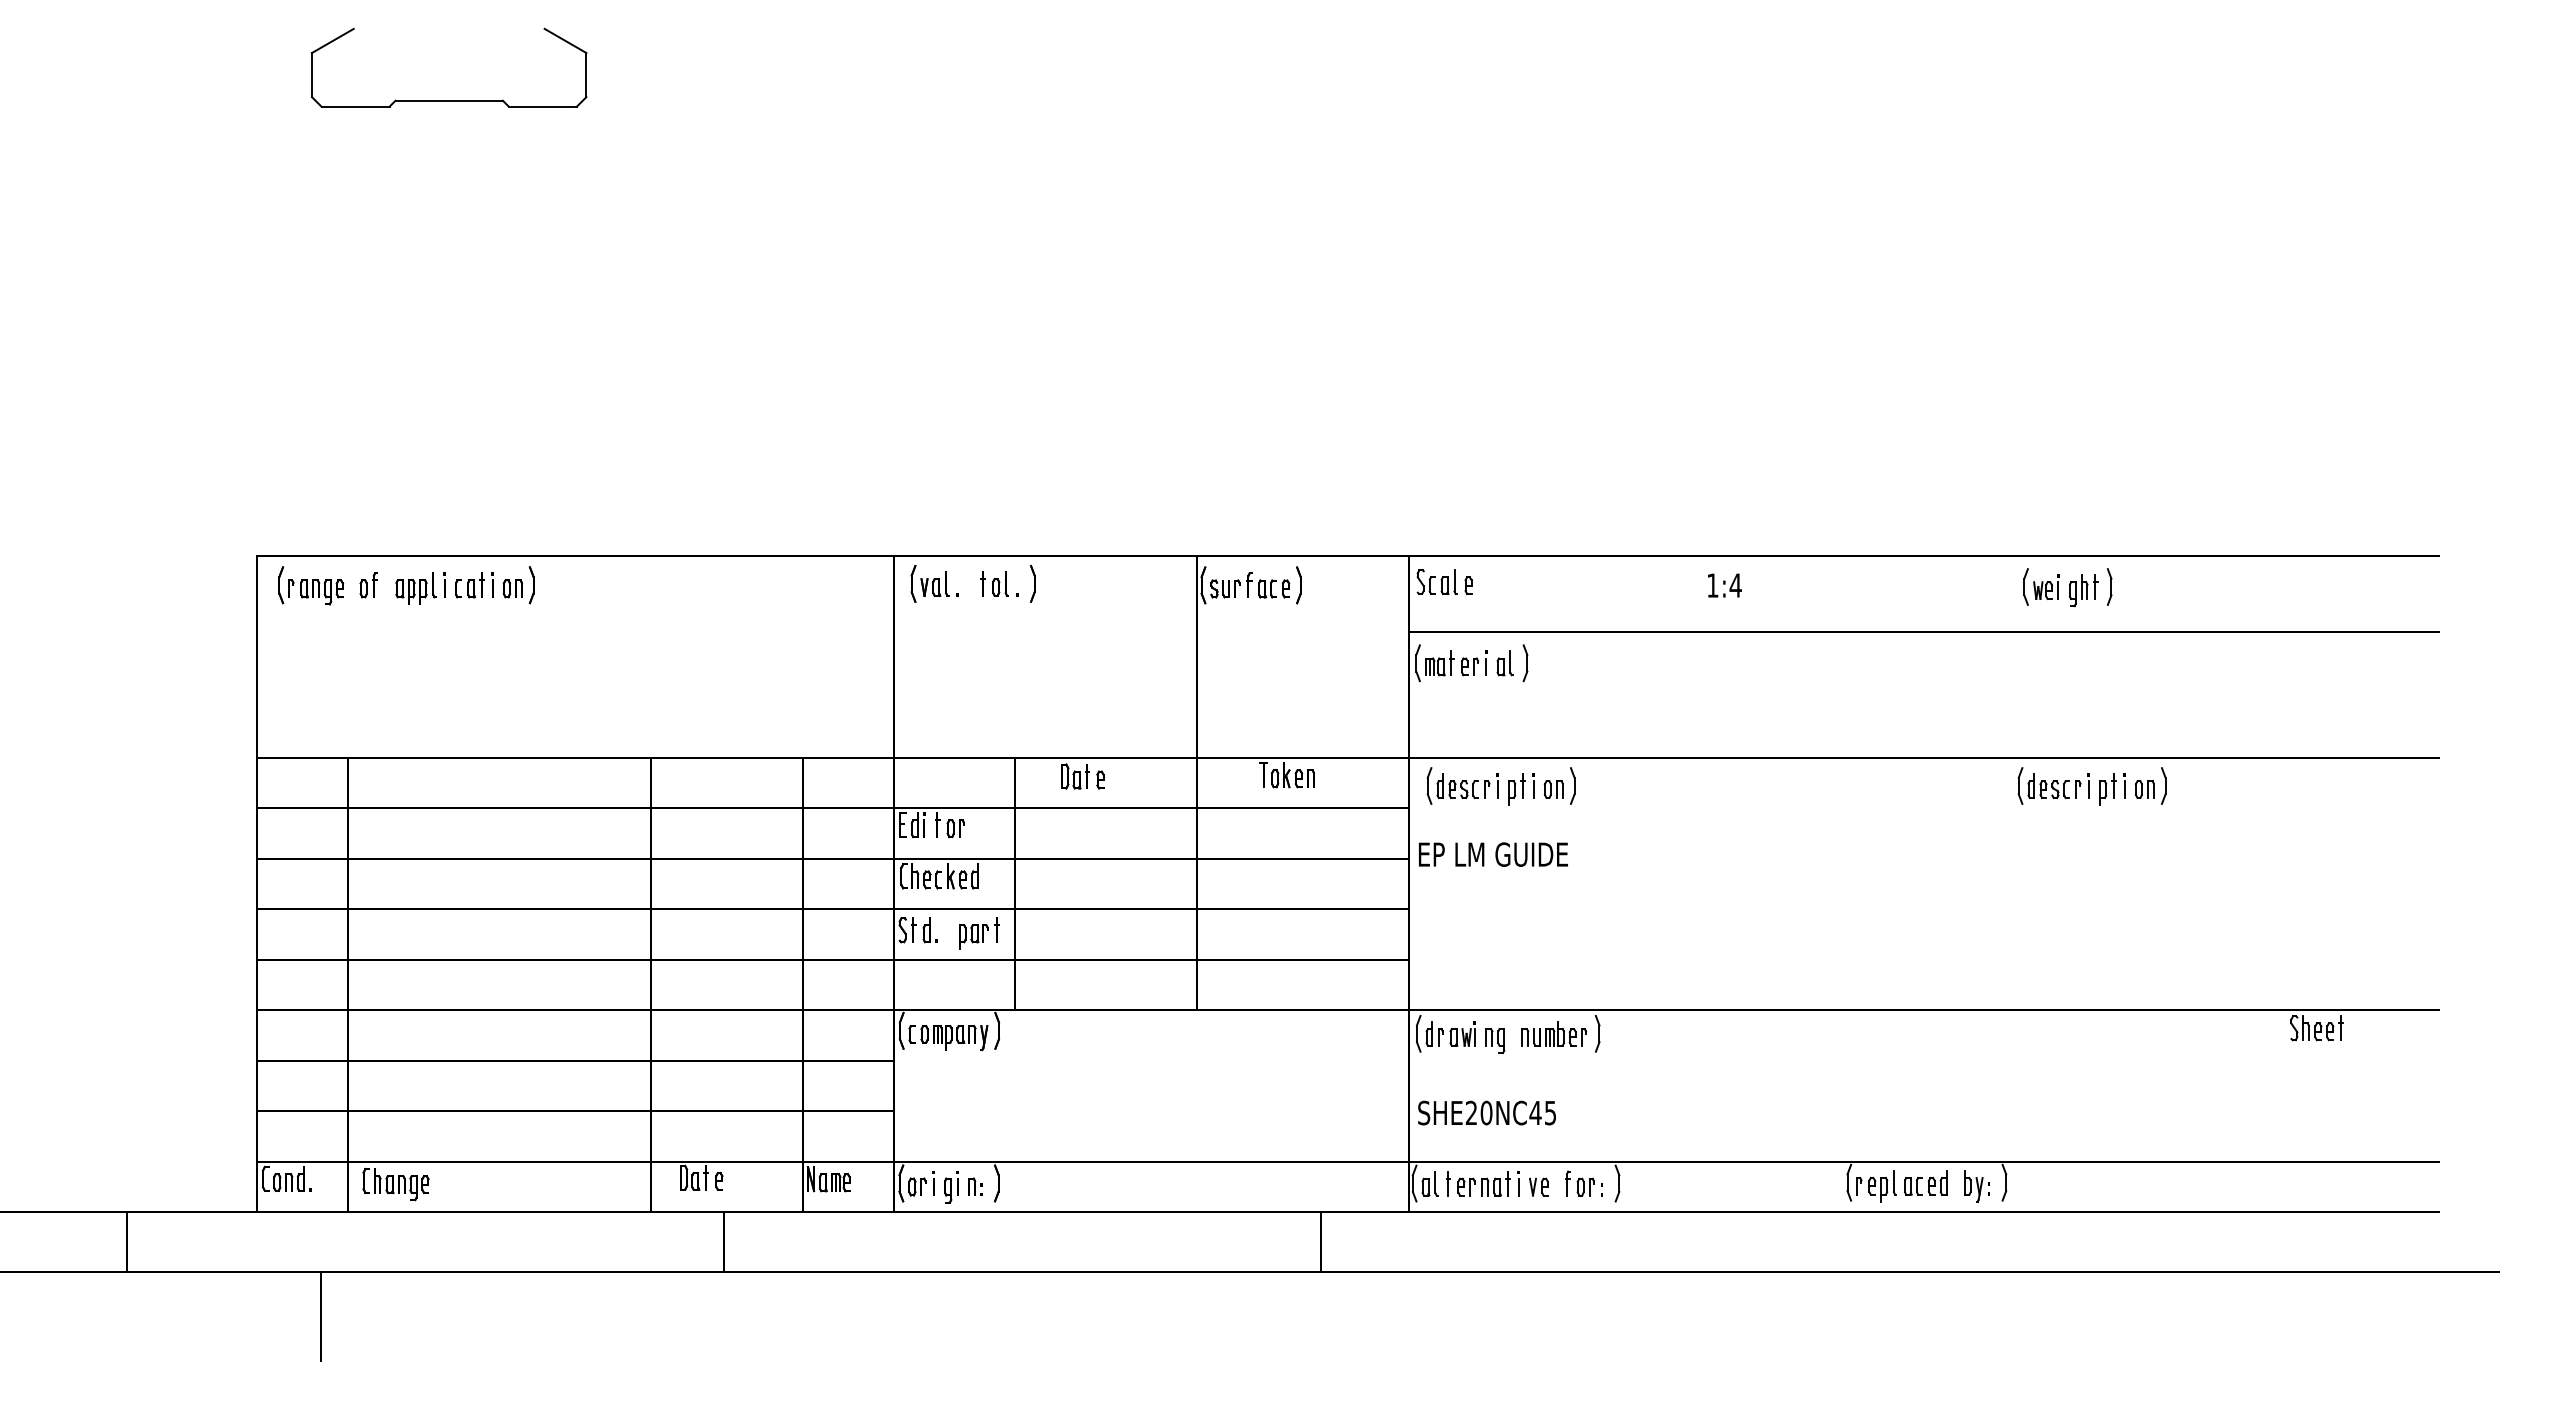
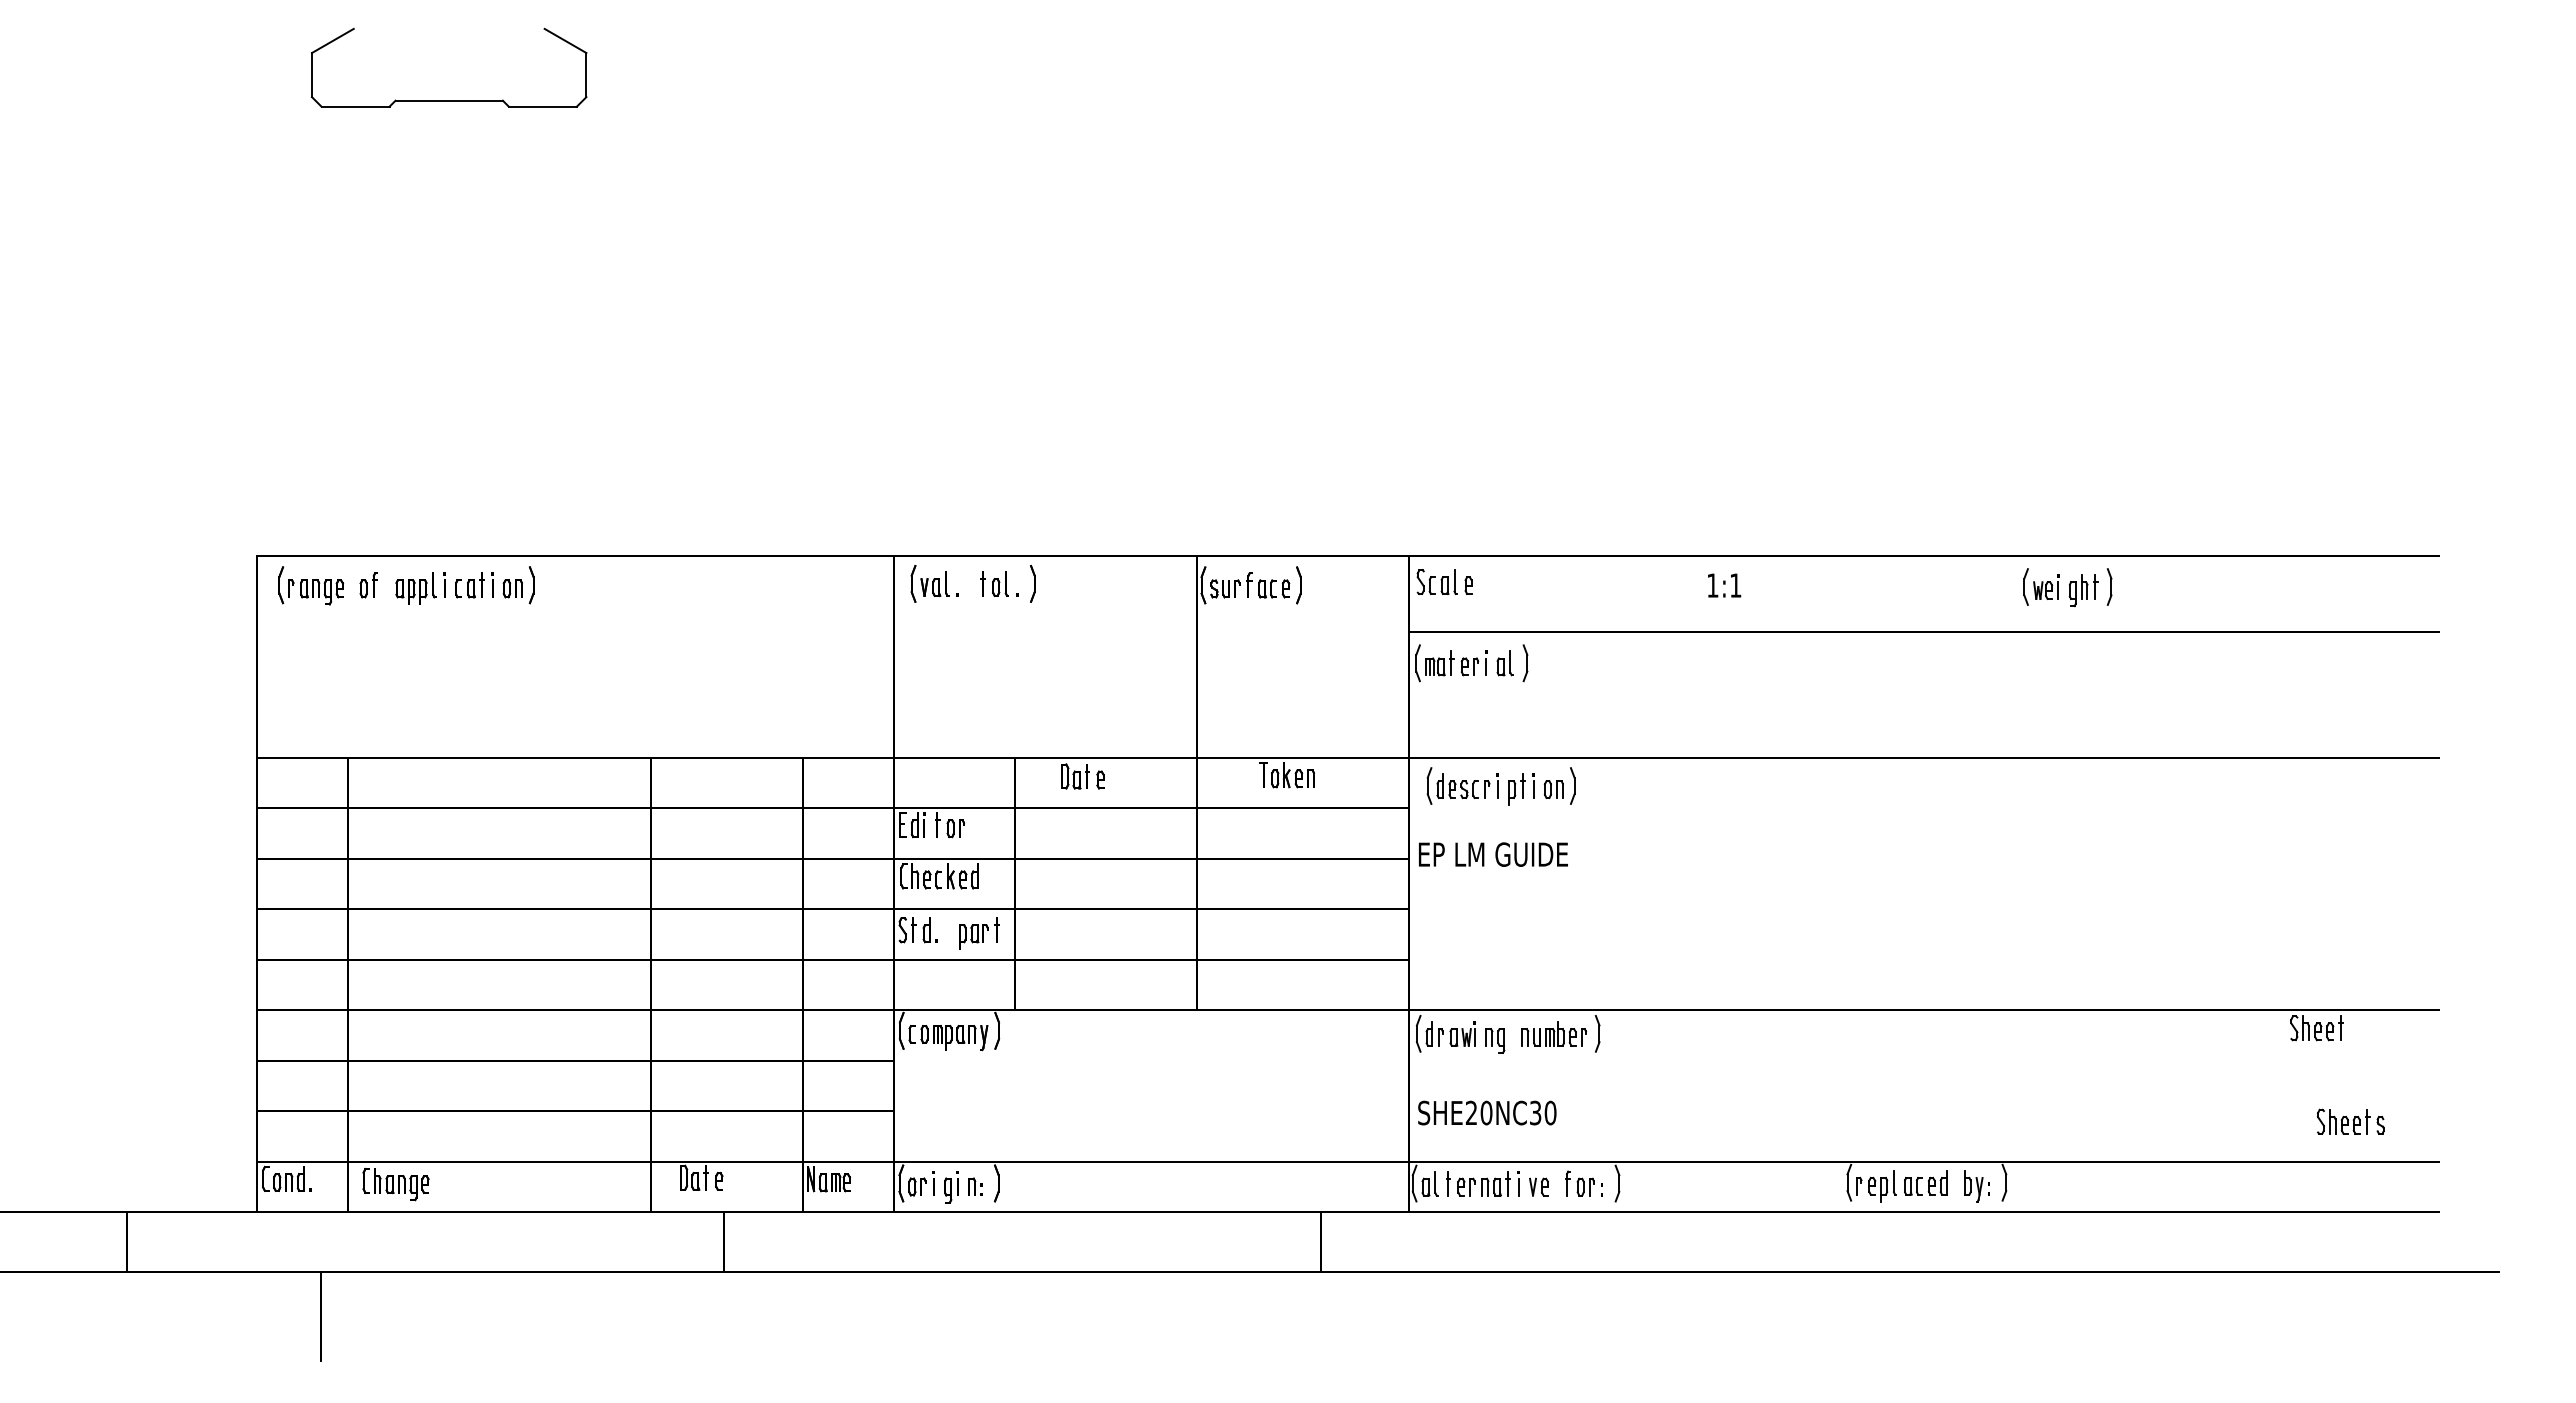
text at (1735, 585): 1:4 -> 1:1
part at (2091, 786): present -> none
text at (1542, 1112): SHE20NC45 -> SHE20NC30
part at (2350, 1121): none -> present
